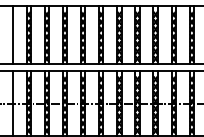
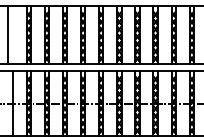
line at (12, 35) position: (12, 35) -> (7, 35)
